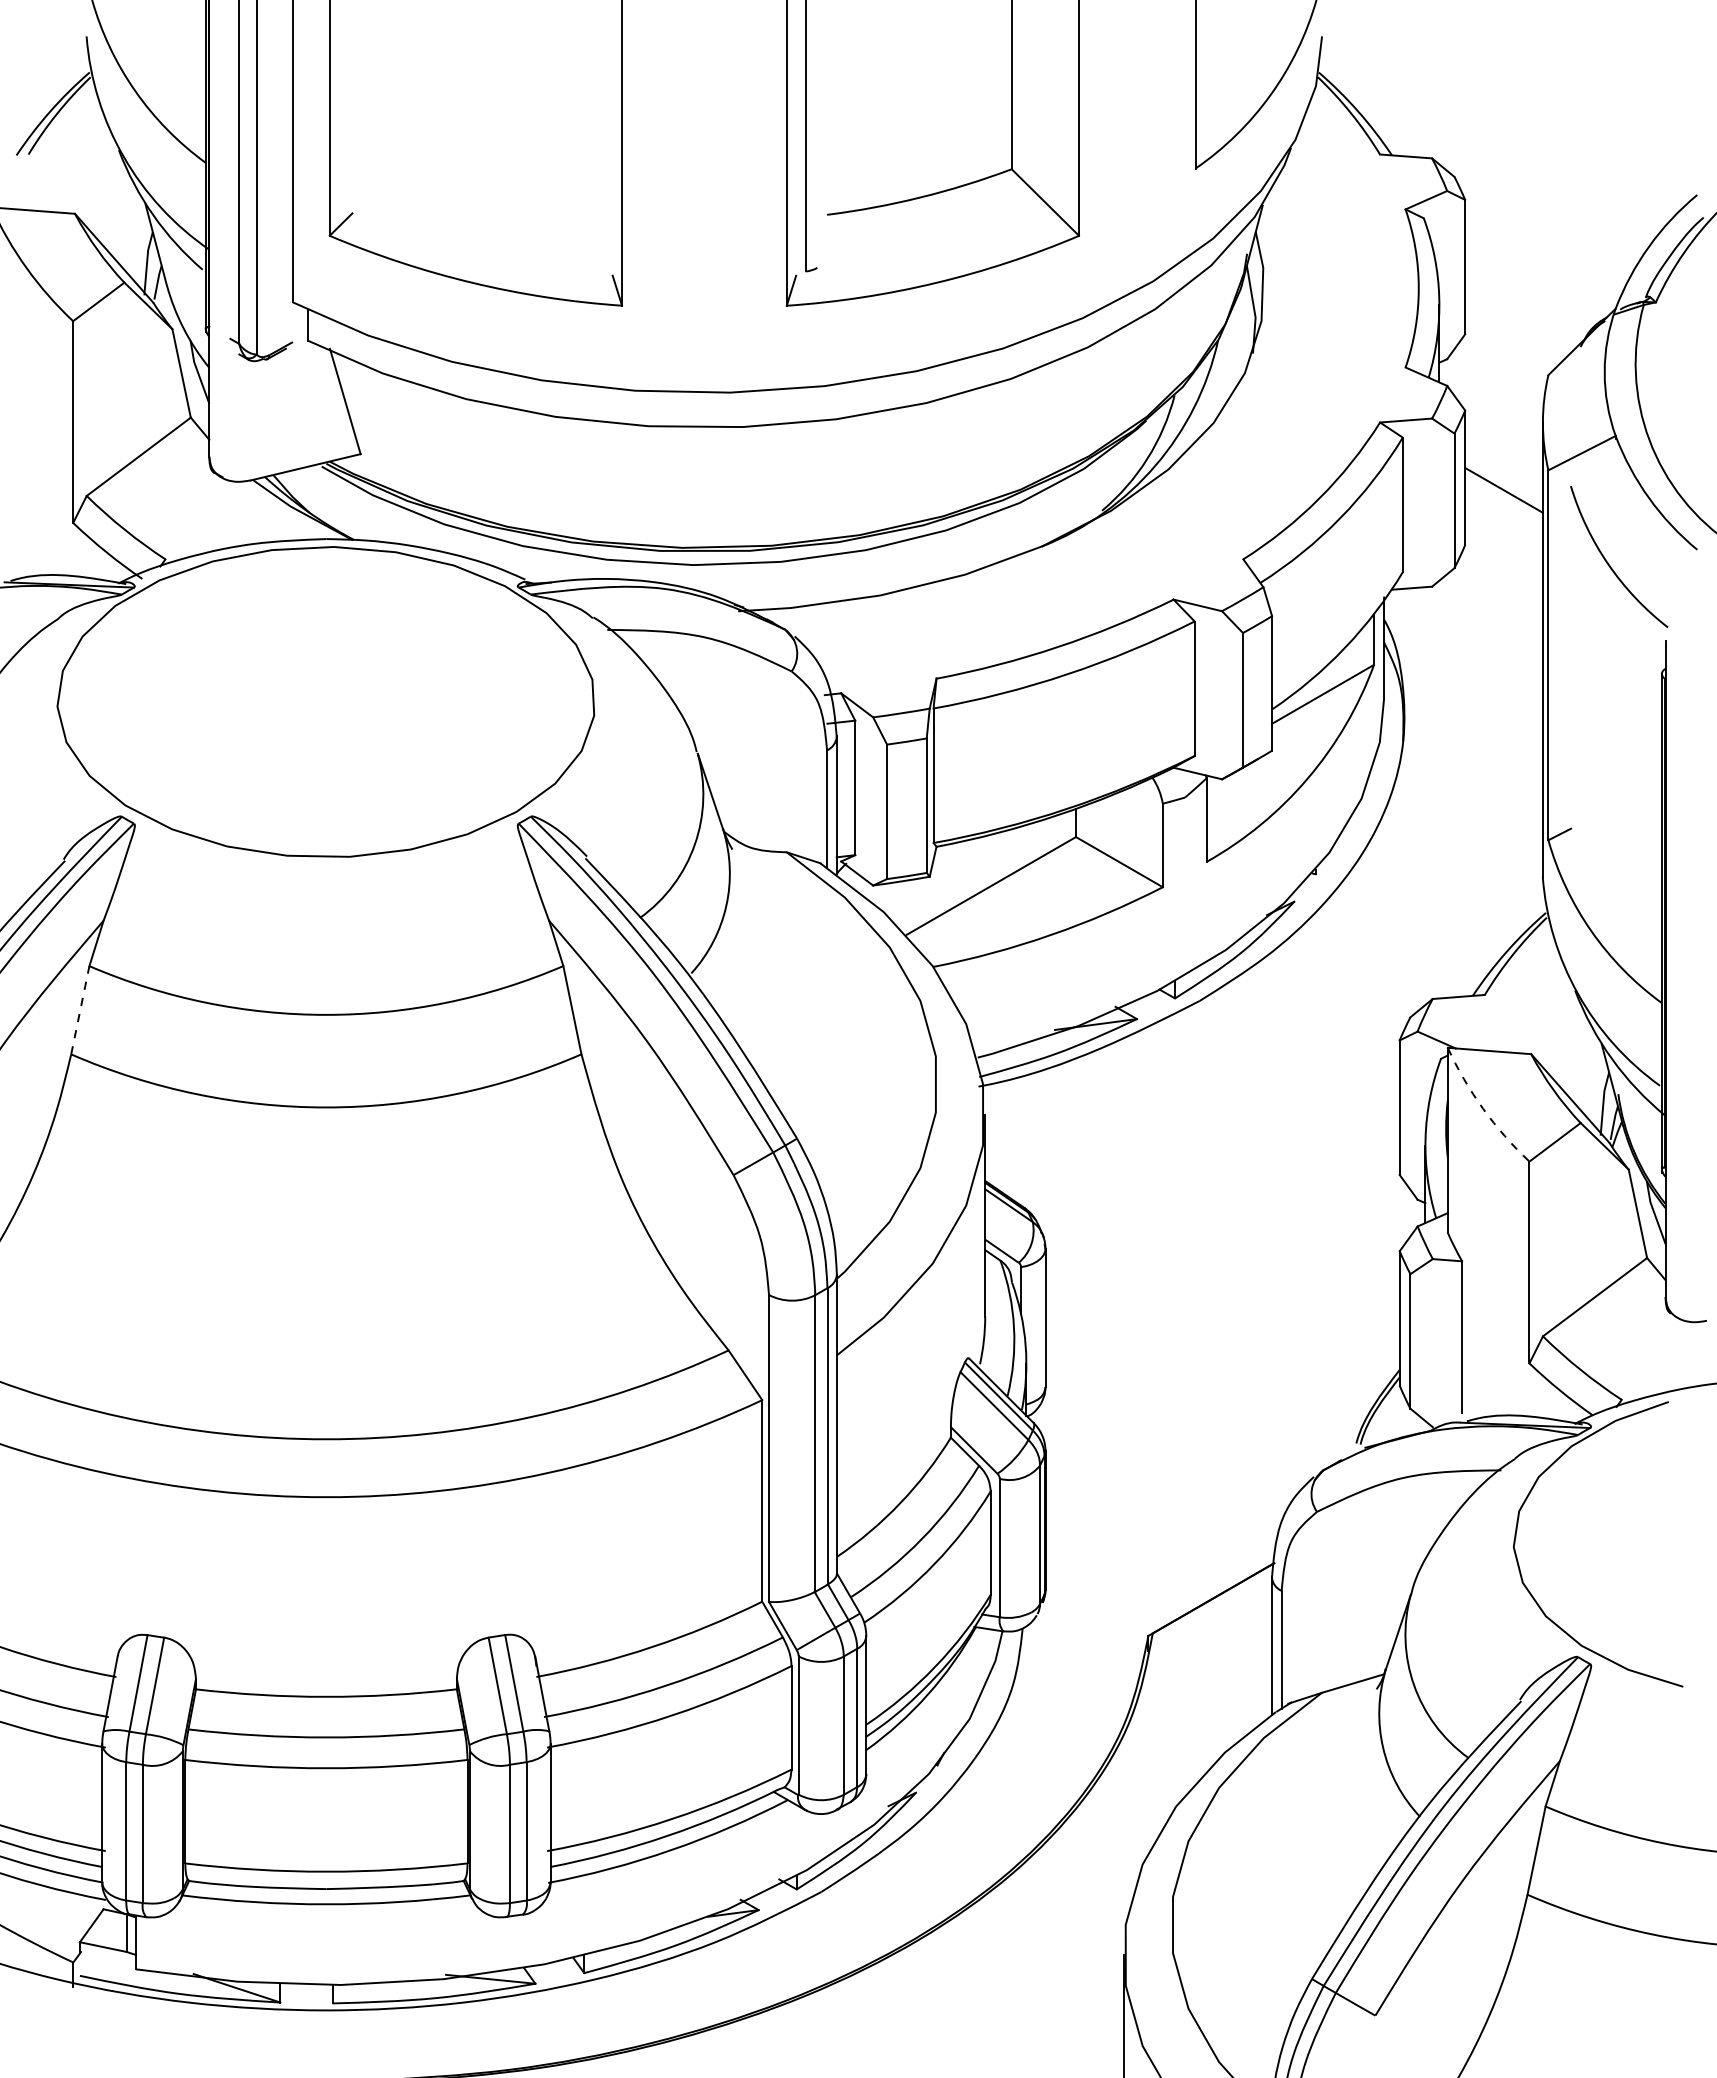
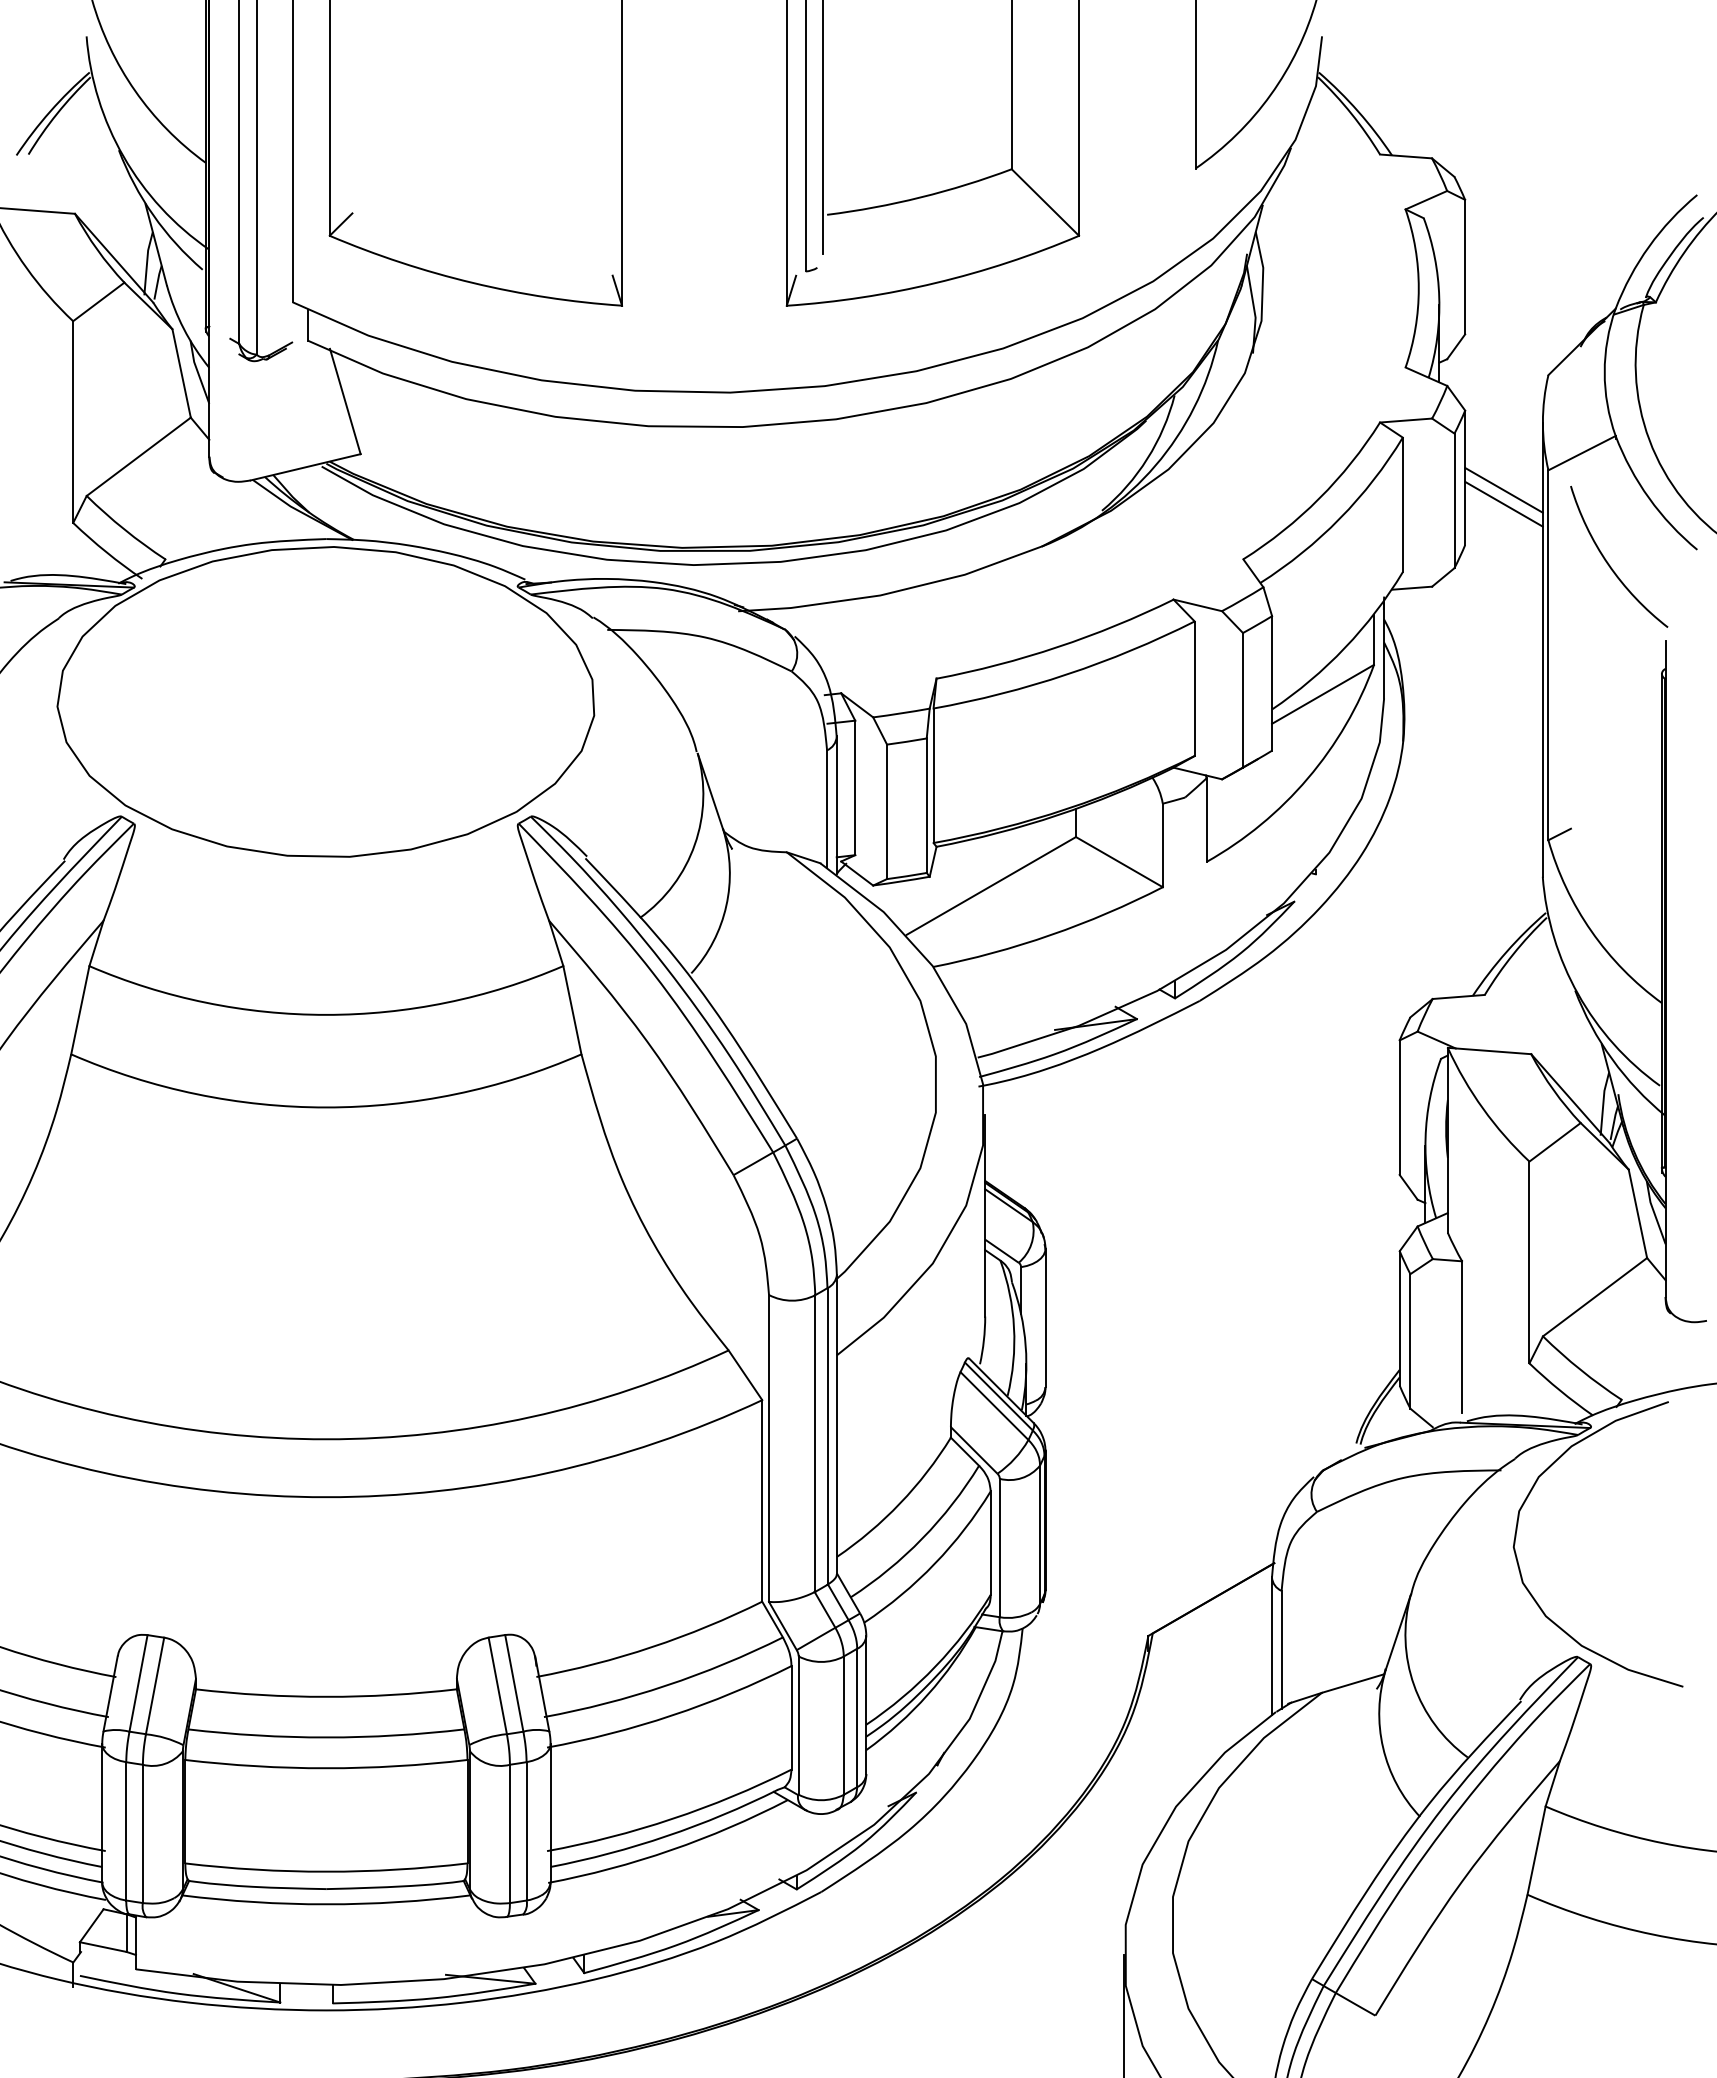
line at (822, 127): none -> present
line at (1503, 503): none -> present
line at (80, 1009): dashed -> solid
arc at (1483, 1108): dashed -> solid
